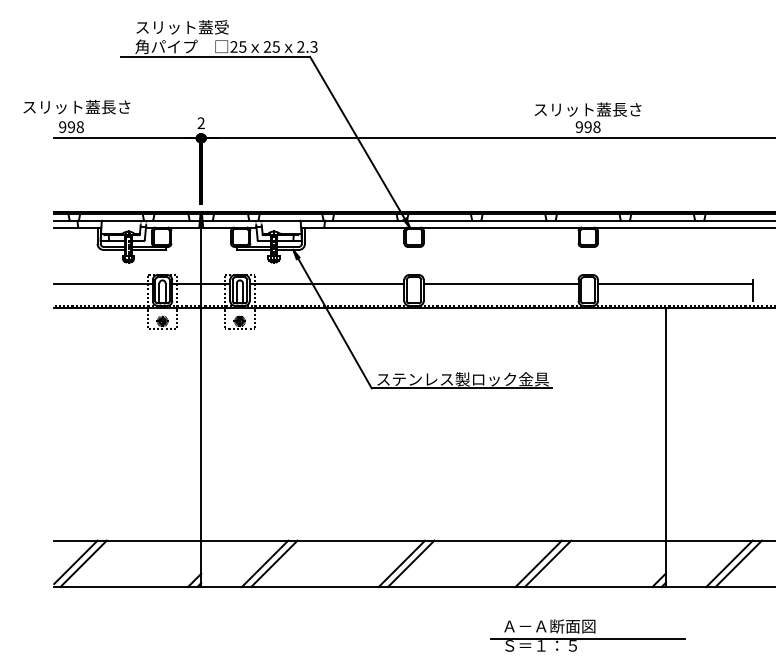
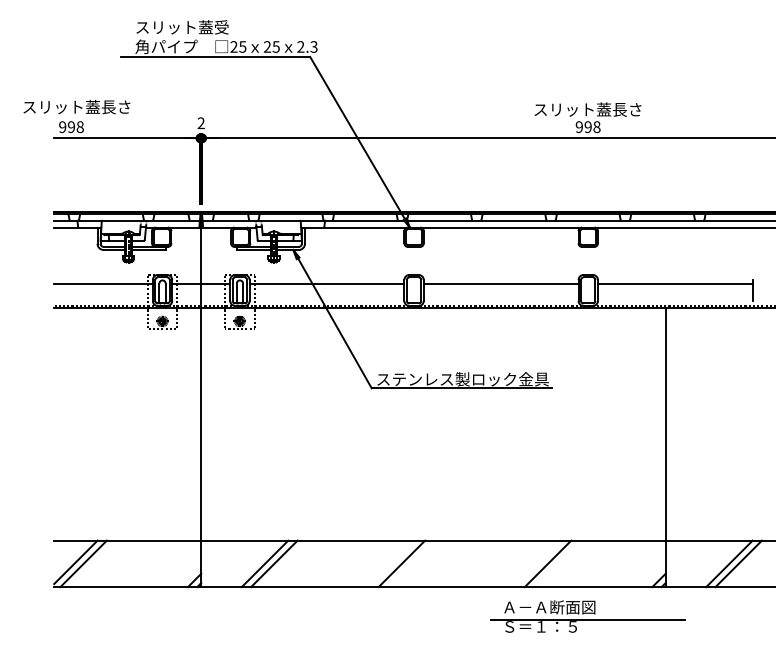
line at (410, 563): present -> none
line at (538, 563): present -> none
part at (587, 635) position: (587, 635) -> (587, 616)
